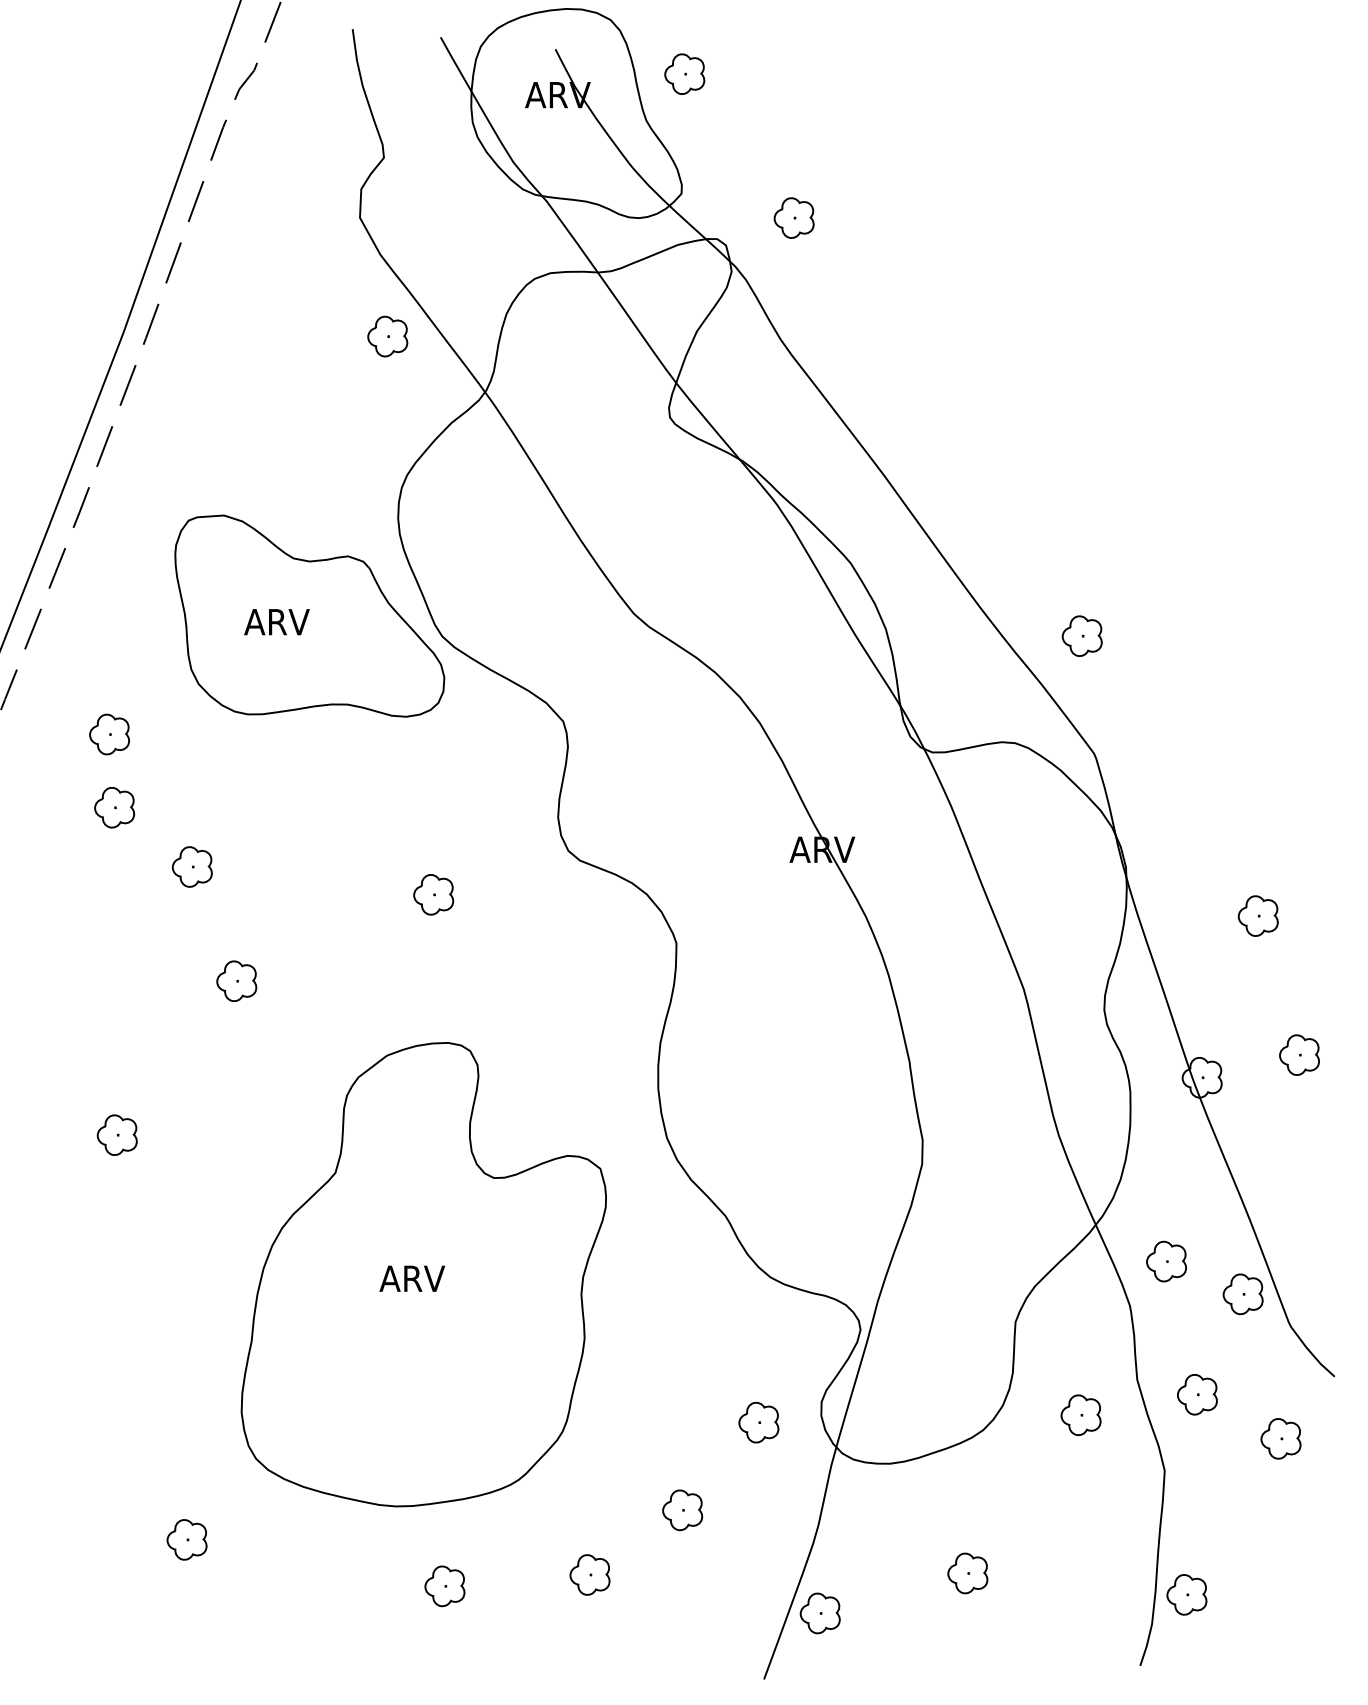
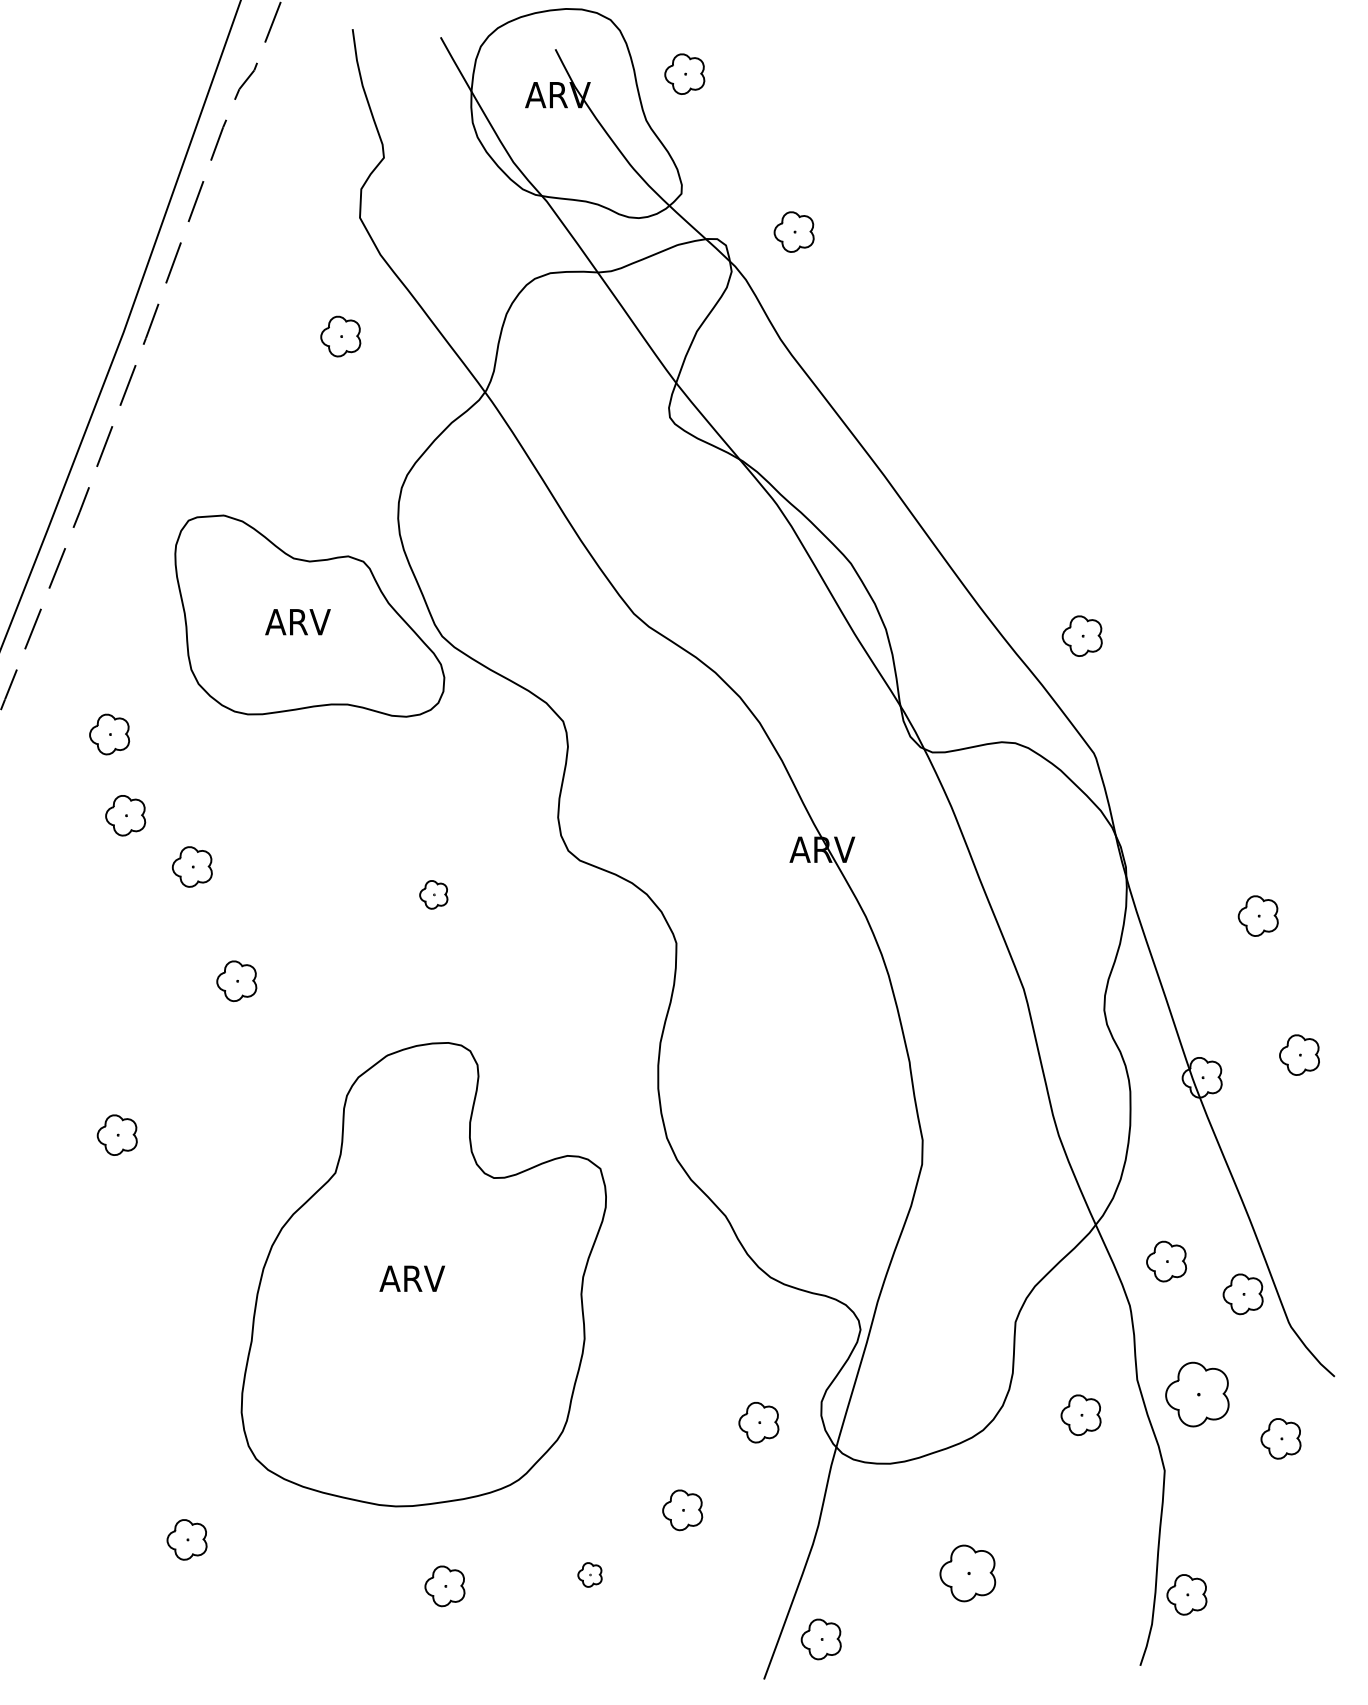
part at (793, 217) position: (793, 217) -> (793, 231)
part at (387, 336) position: (387, 336) -> (340, 336)
text at (276, 622) position: (276, 622) -> (297, 622)
part at (114, 807) position: (114, 807) -> (125, 815)
part at (433, 894) size: 42x42 px -> 30x30 px
part at (1197, 1394) size: 41x42 px -> 65x67 px
part at (967, 1573) size: 42x43 px -> 58x59 px
part at (589, 1574) size: 42x42 px -> 26x26 px
part at (819, 1613) position: (819, 1613) -> (820, 1639)
